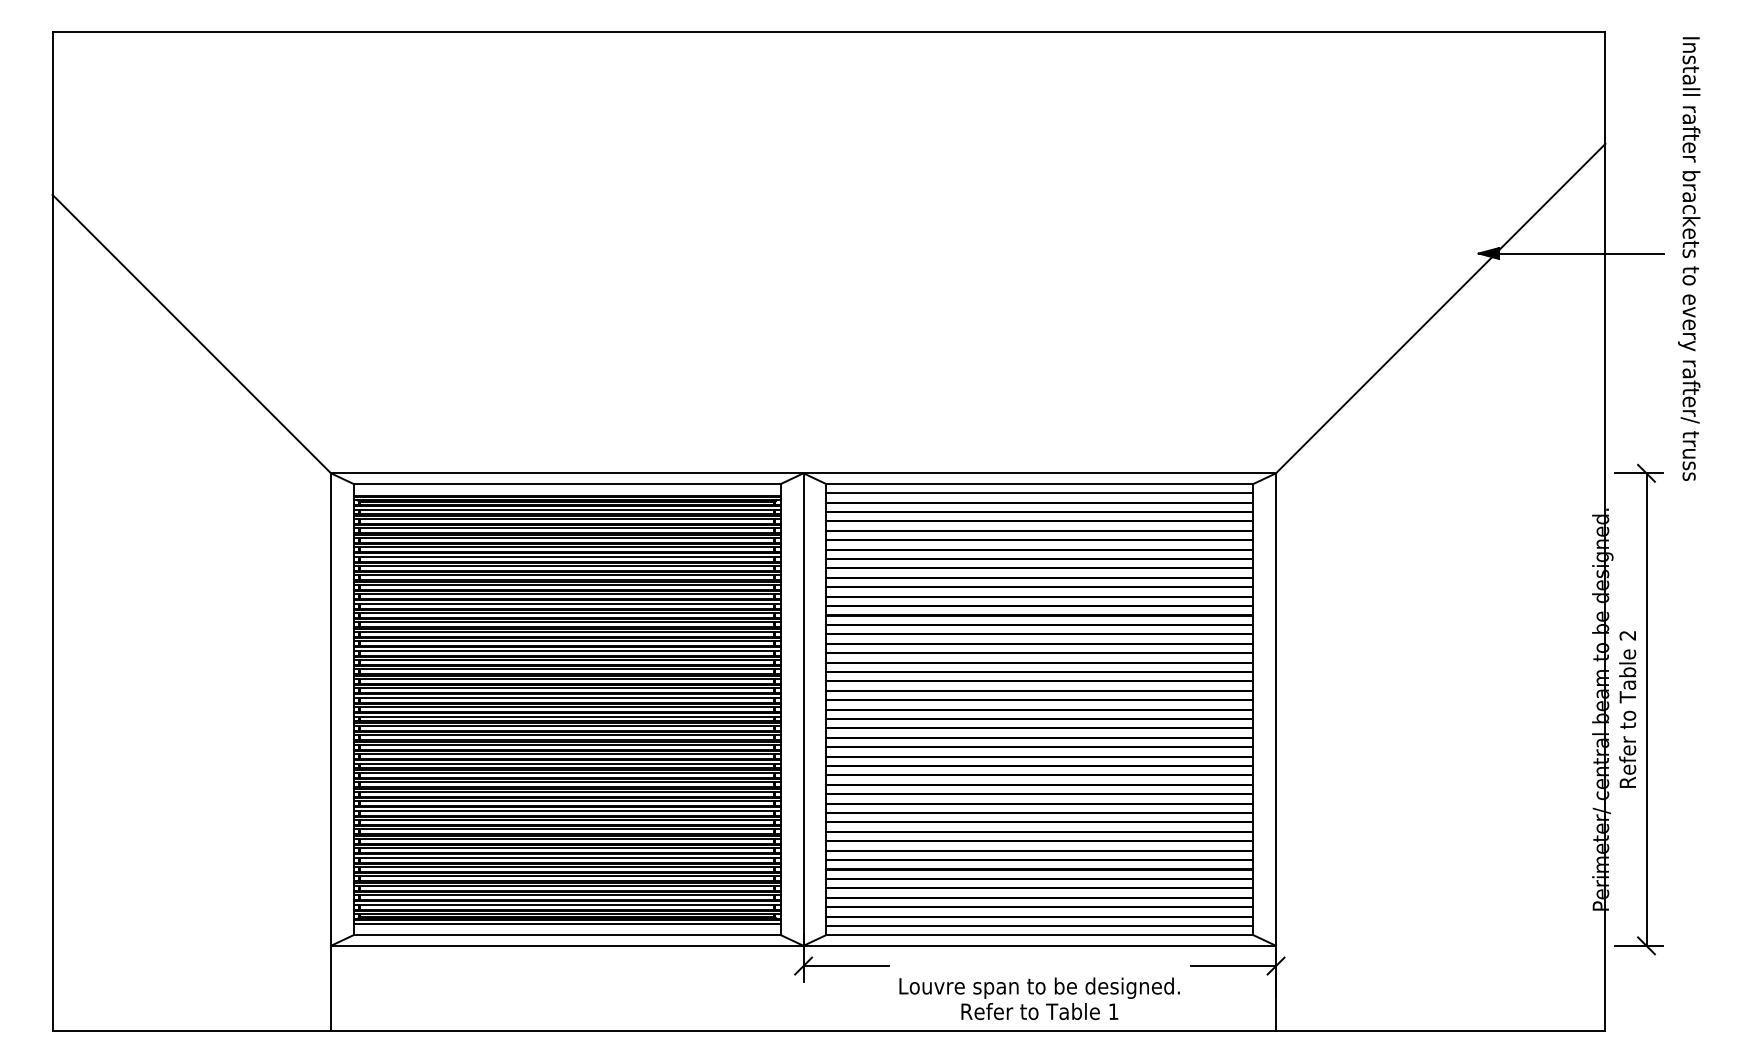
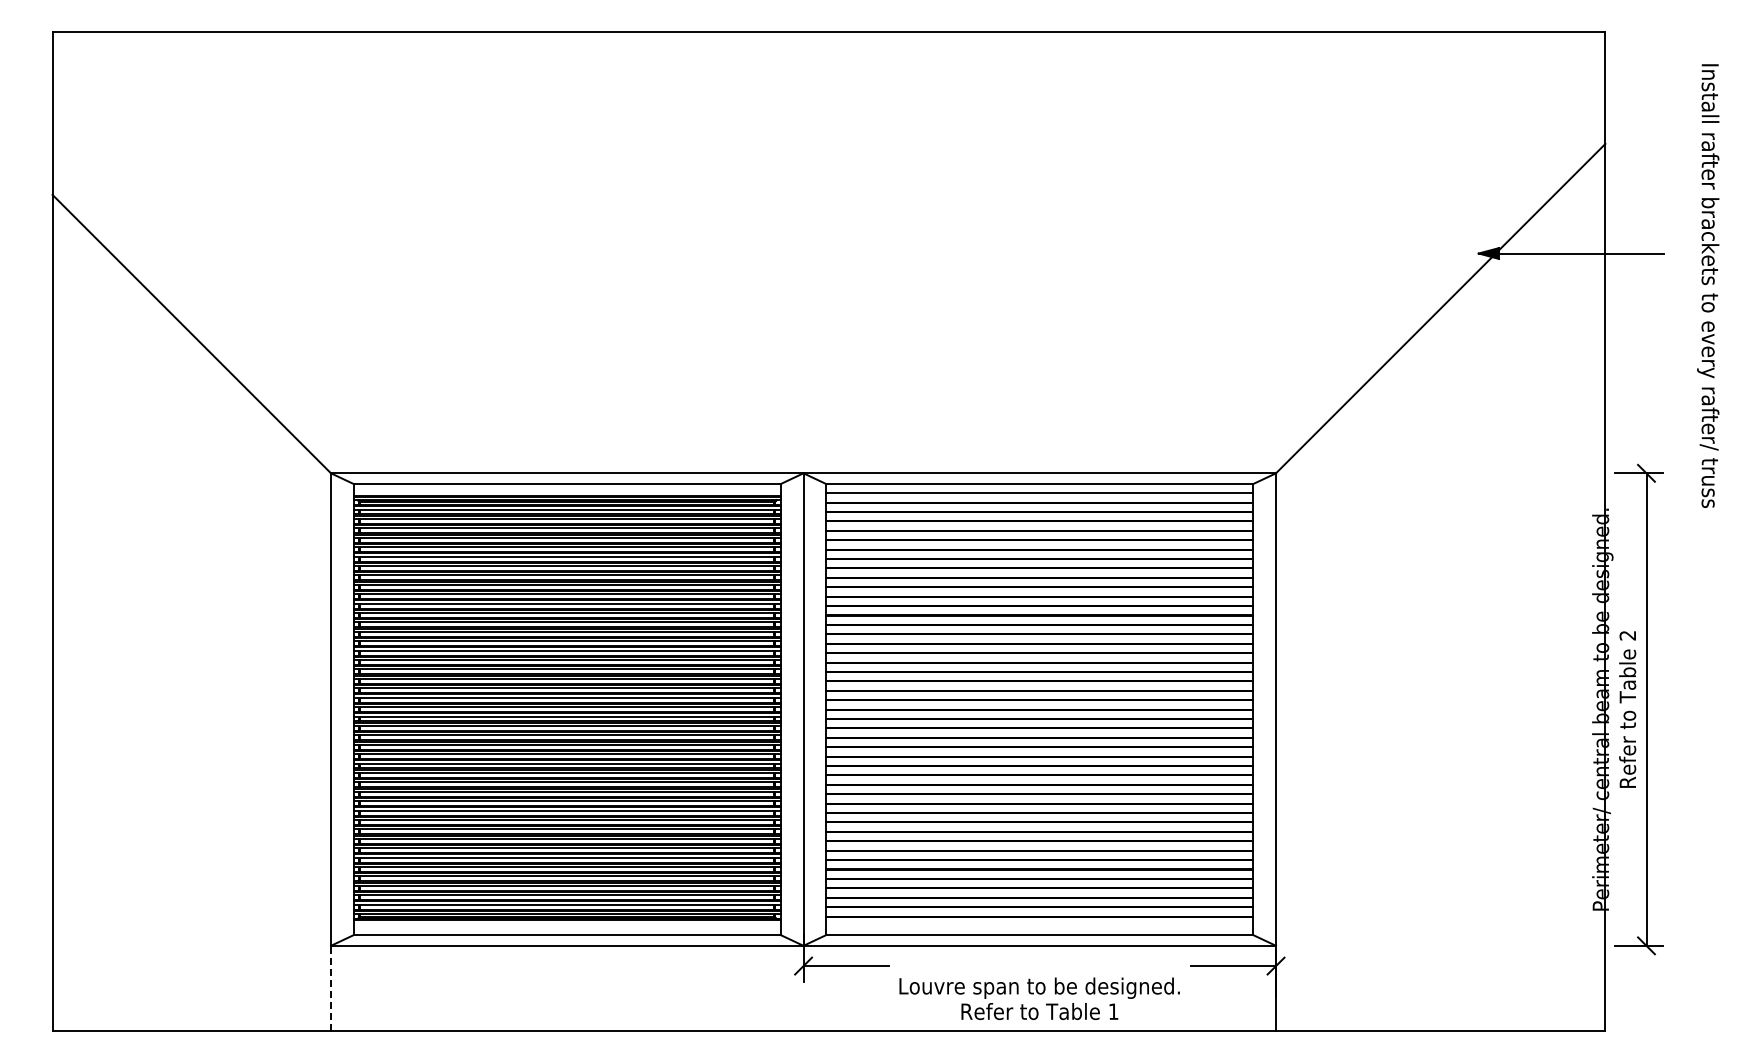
text at (1689, 258) position: (1689, 258) -> (1708, 285)
line at (566, 923): present -> none
line at (1039, 925): present -> none
line at (331, 988): solid -> dashed
